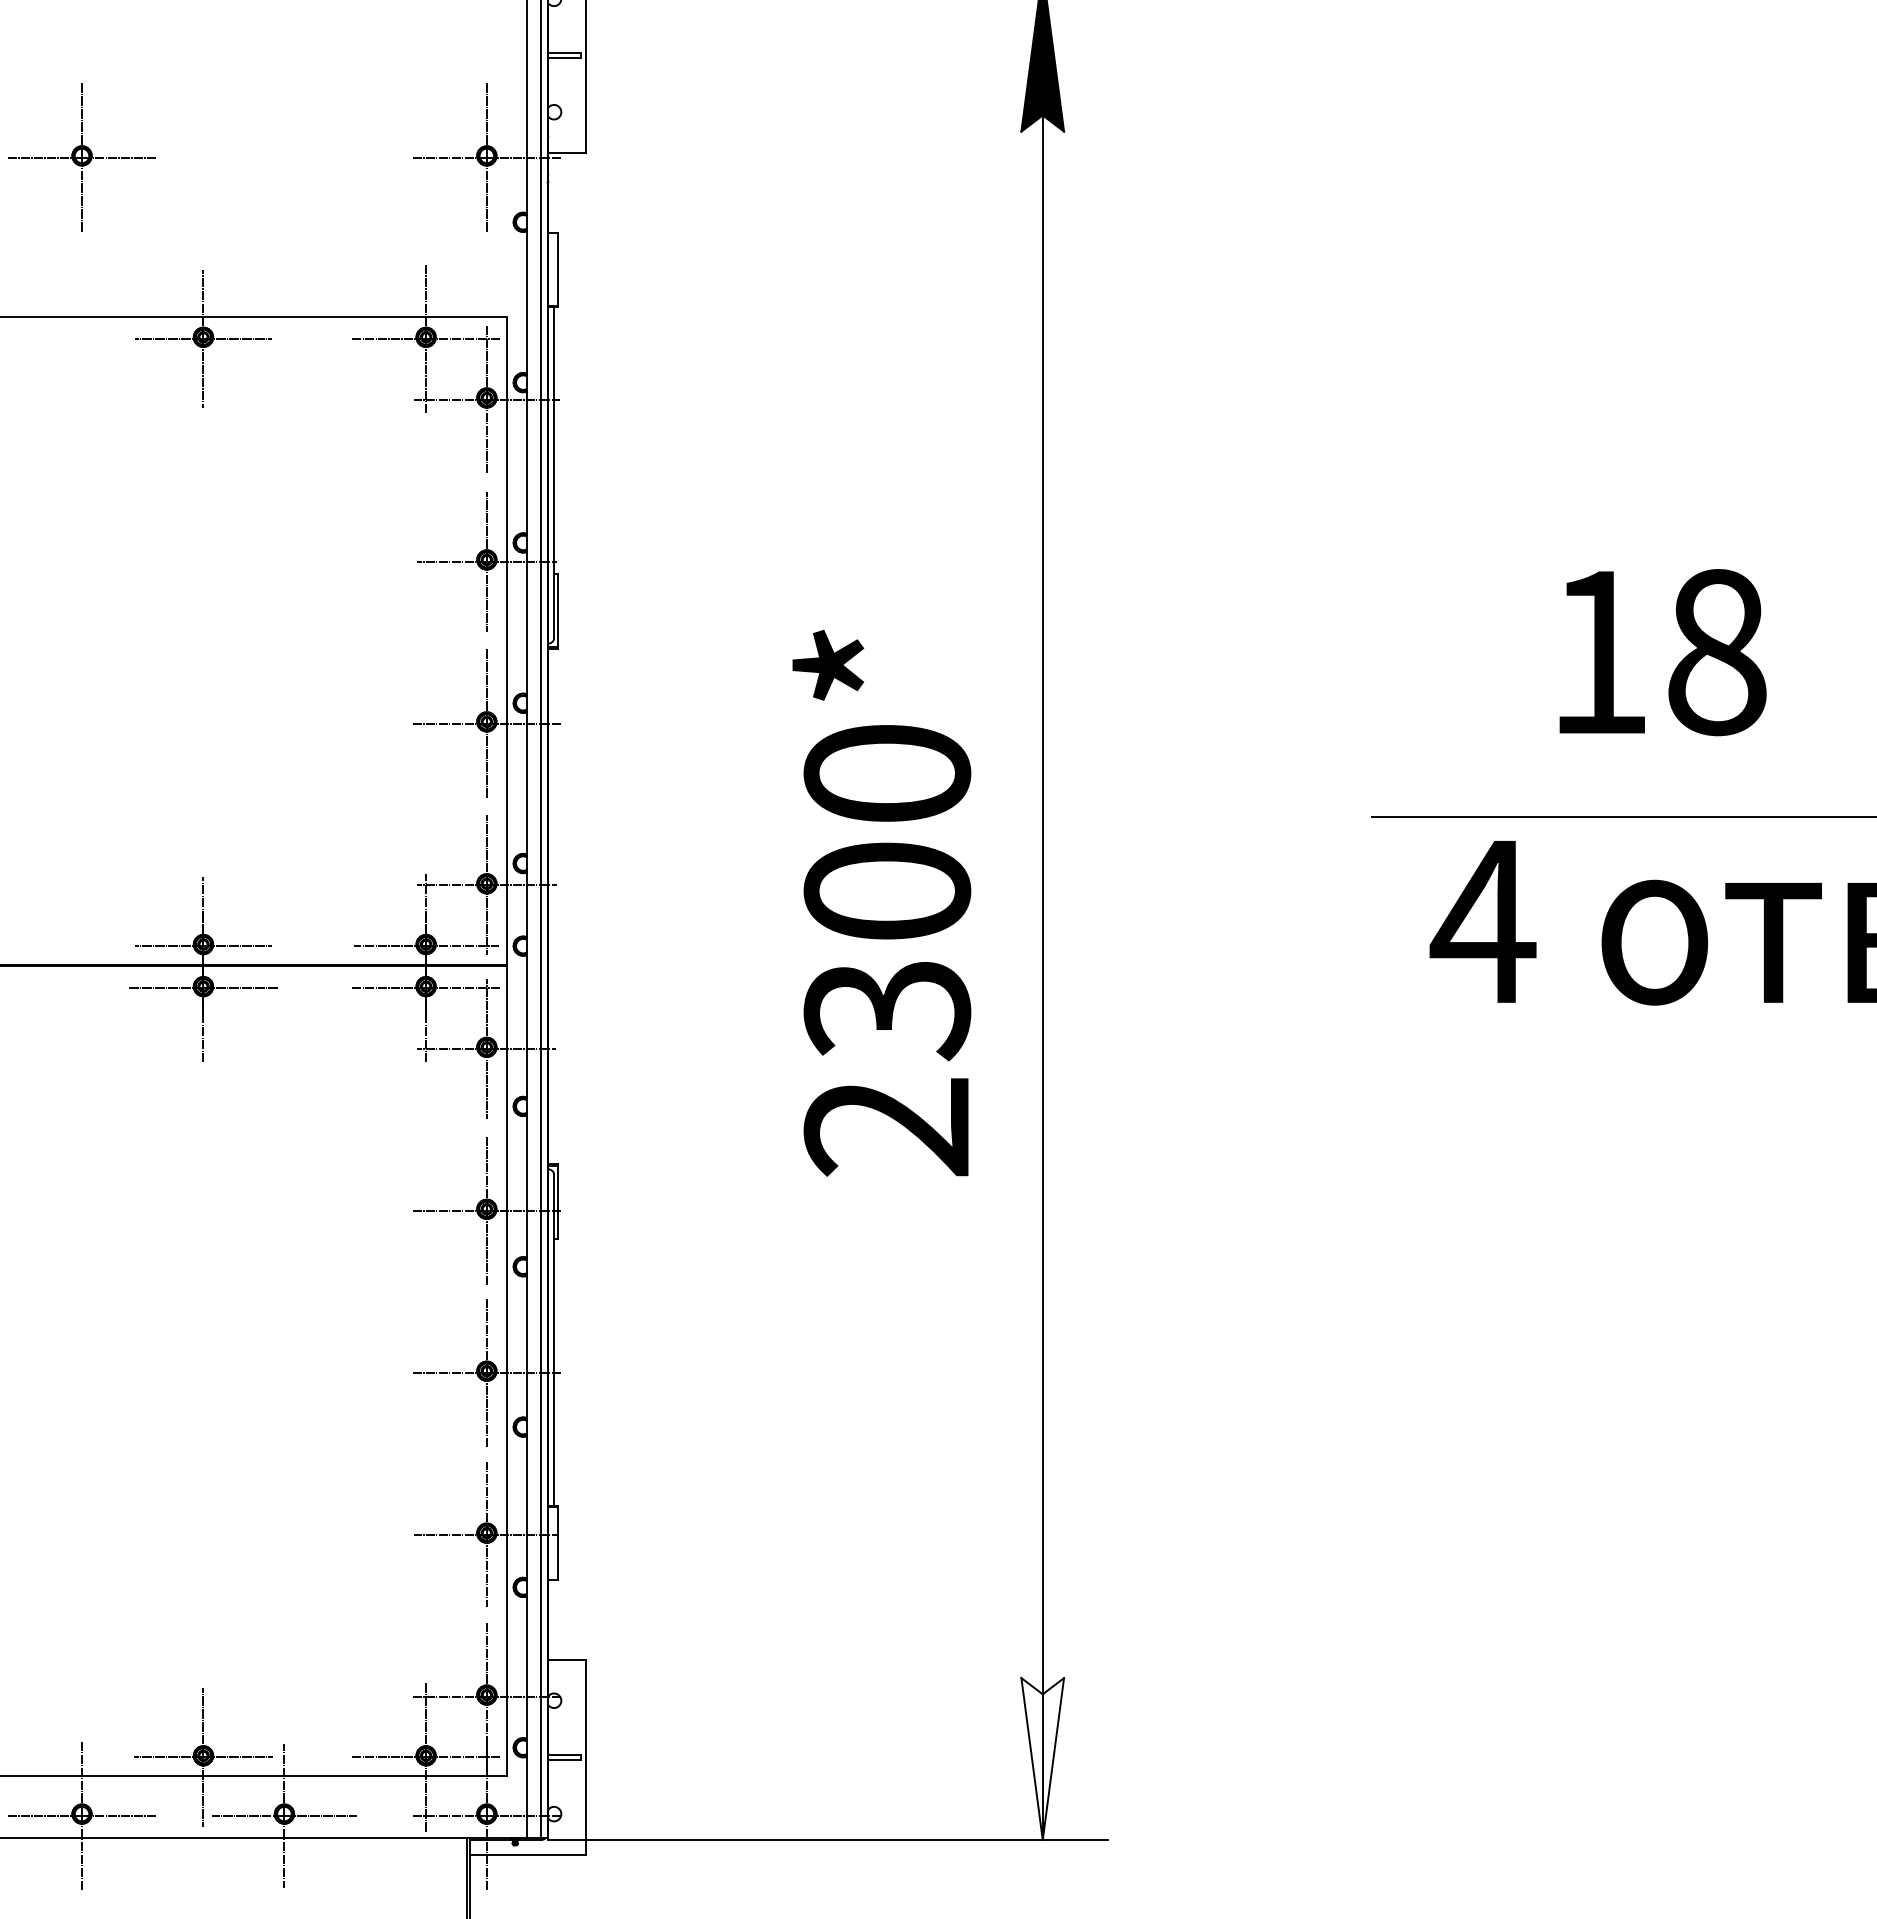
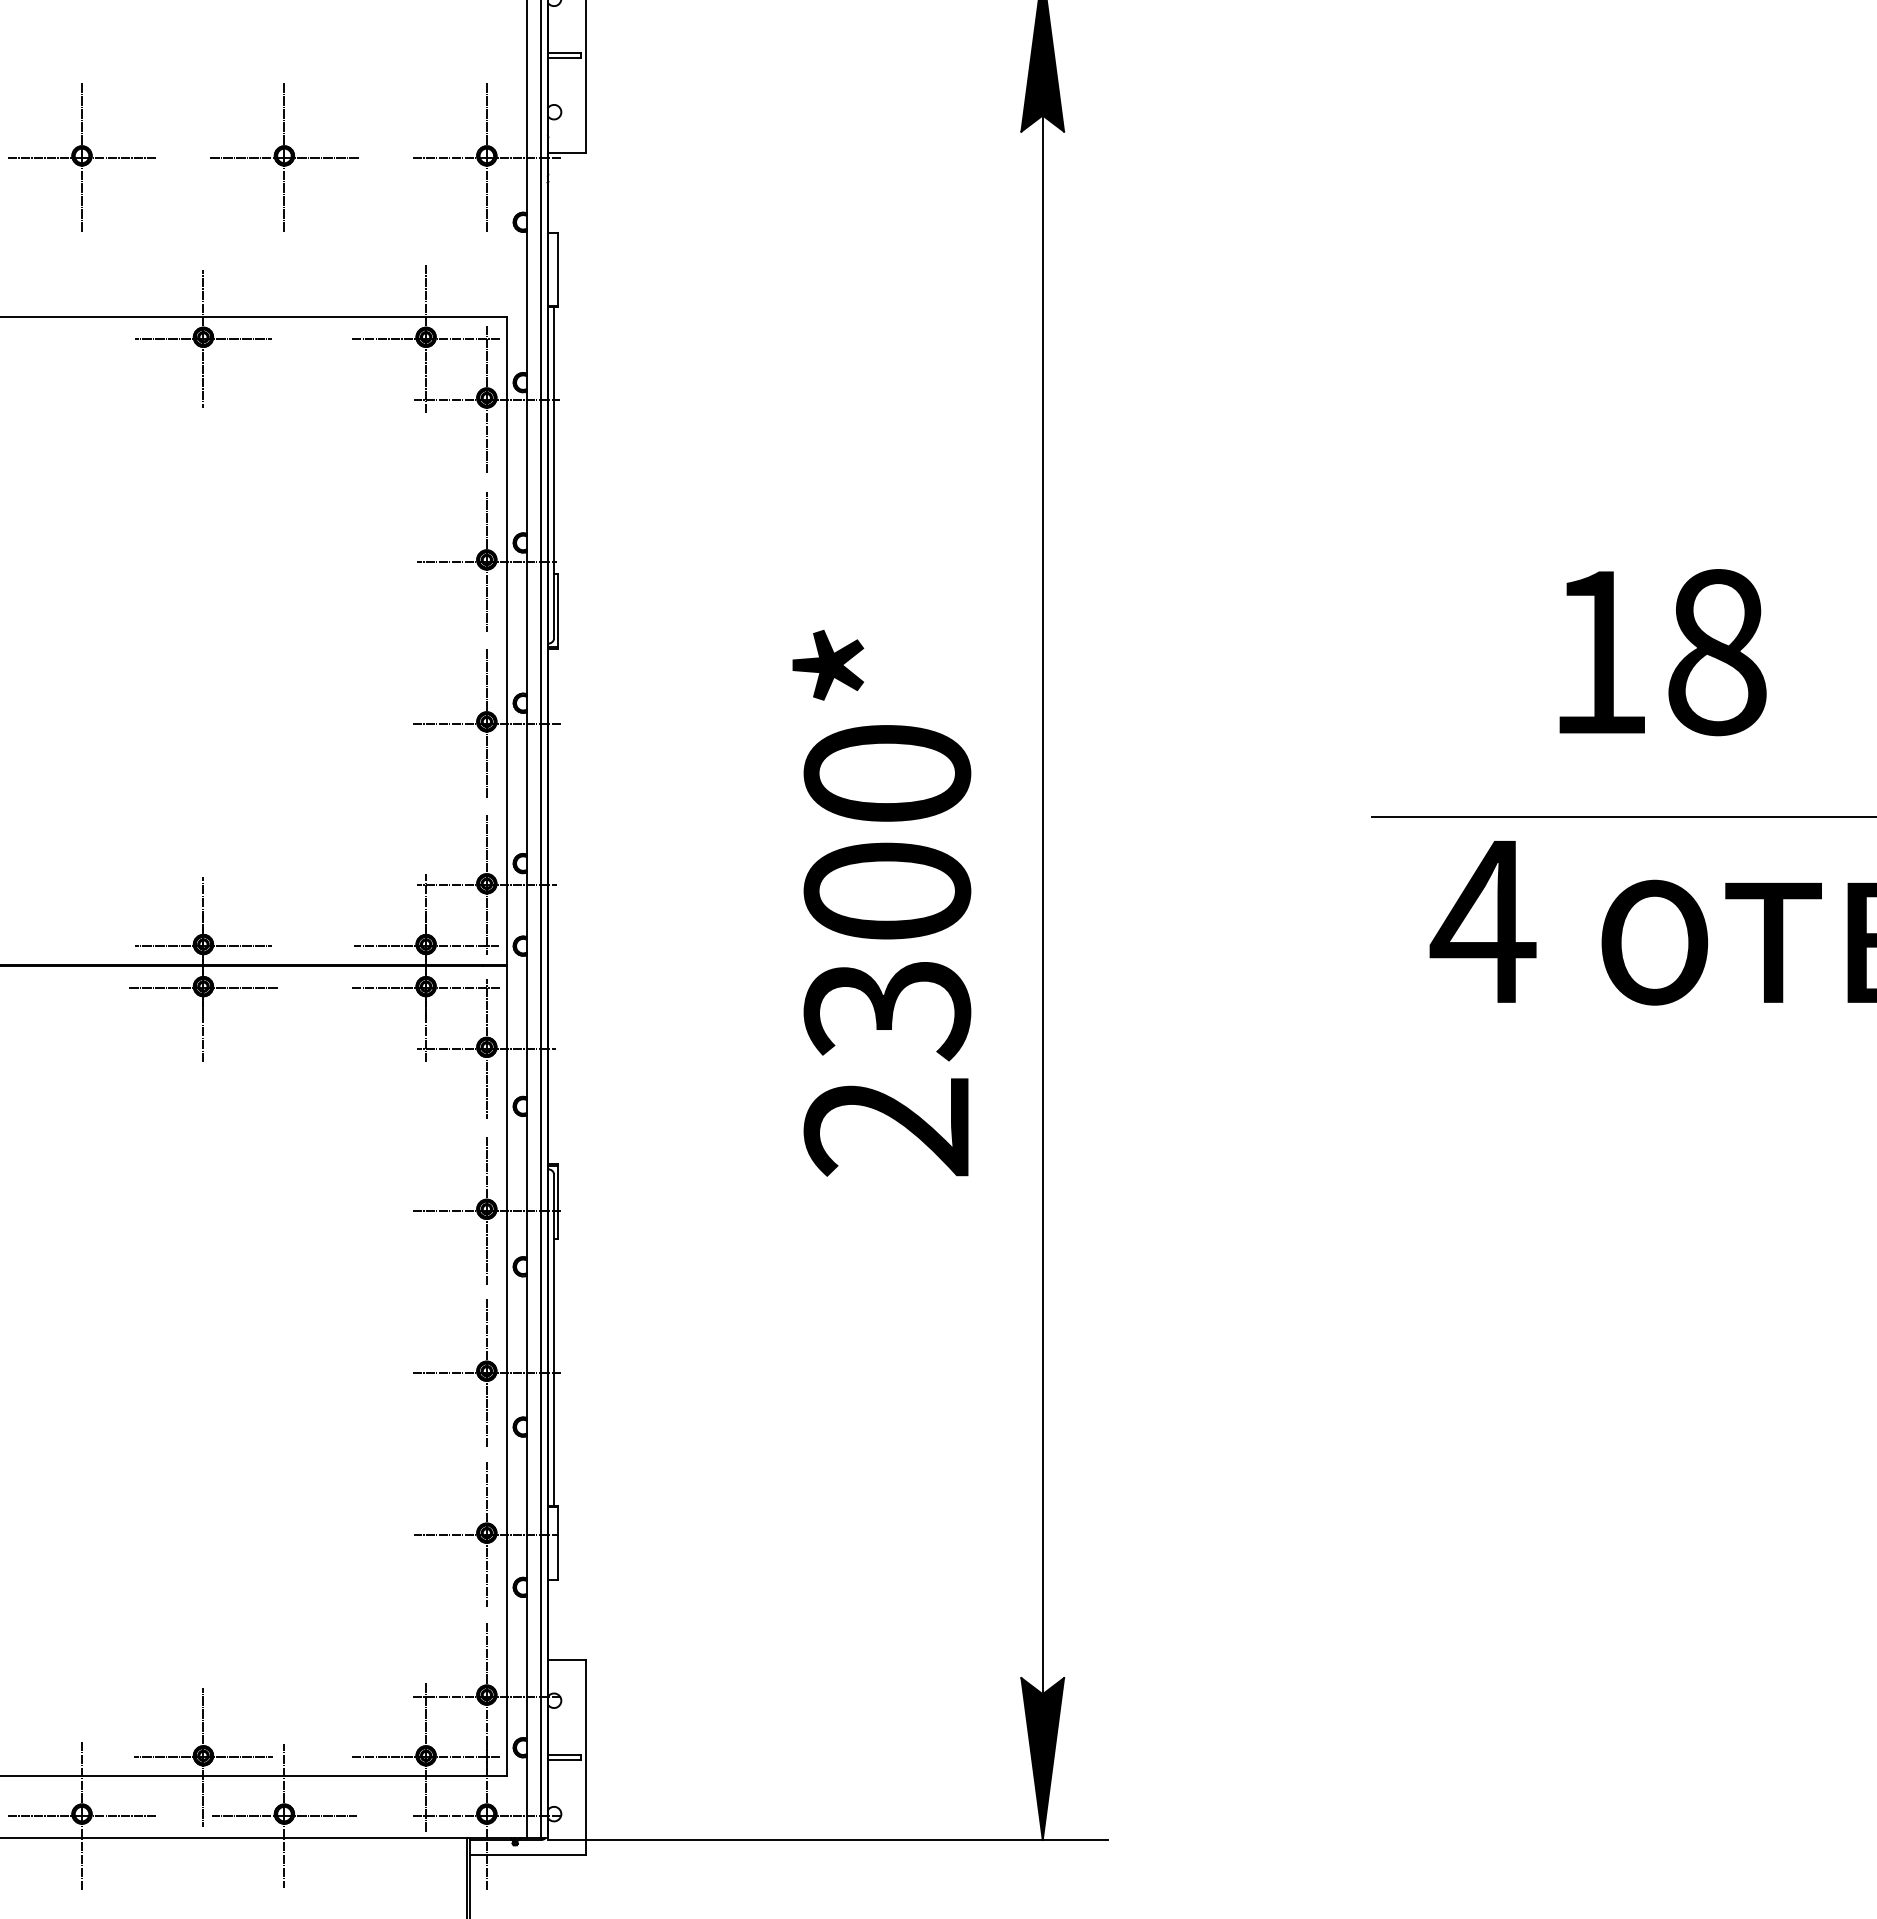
part at (284, 157): none -> present
fill at (1042, 1759): none -> present
